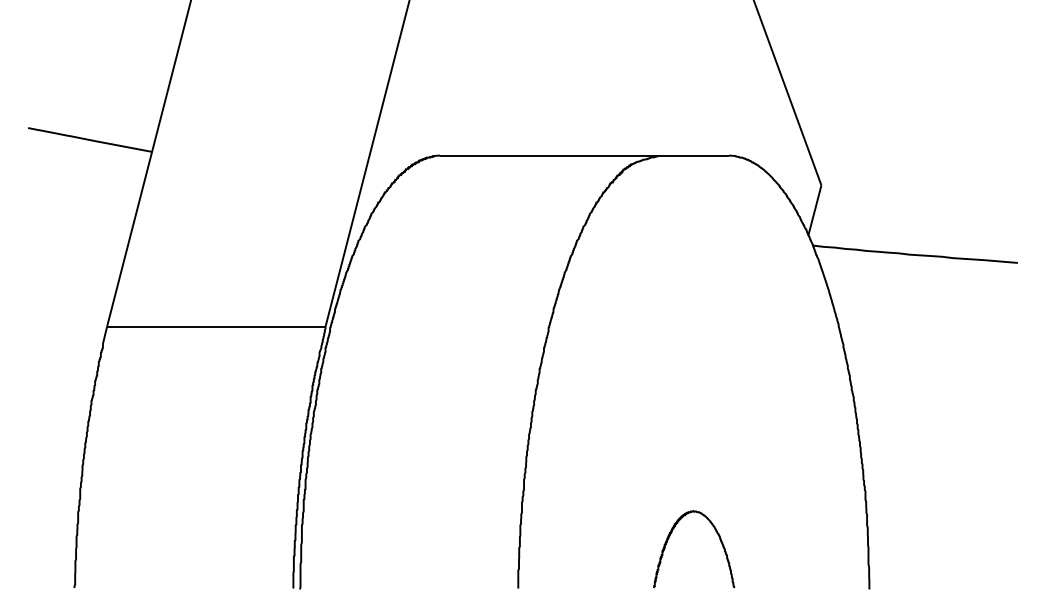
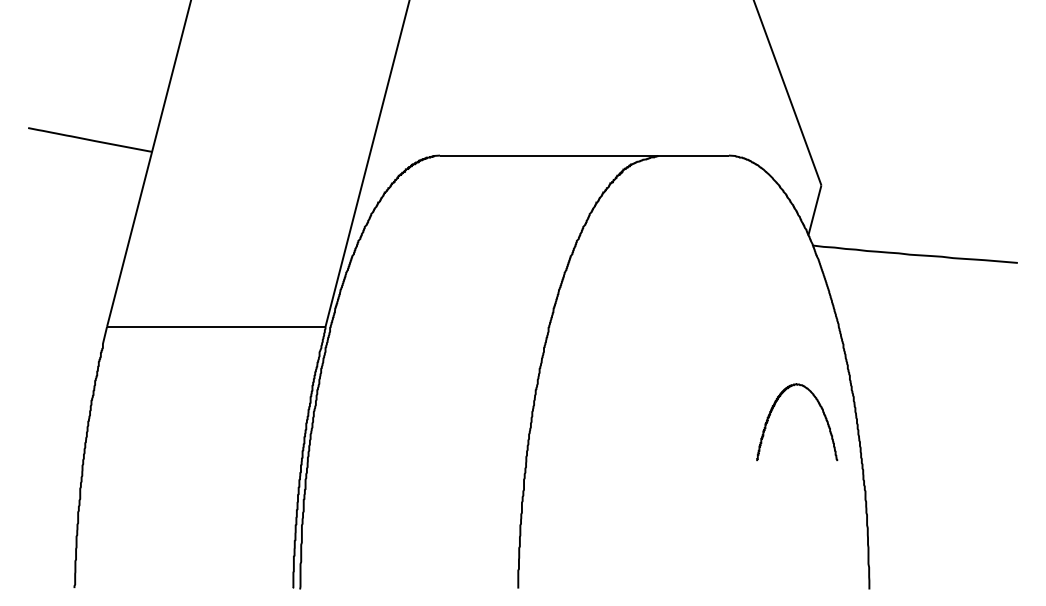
curve at (717, 535) position: (717, 535) -> (820, 408)
